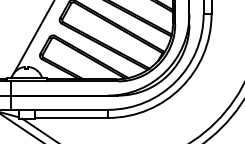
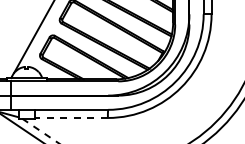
line at (70, 117): solid -> dashed
line at (41, 131): solid -> dashed
